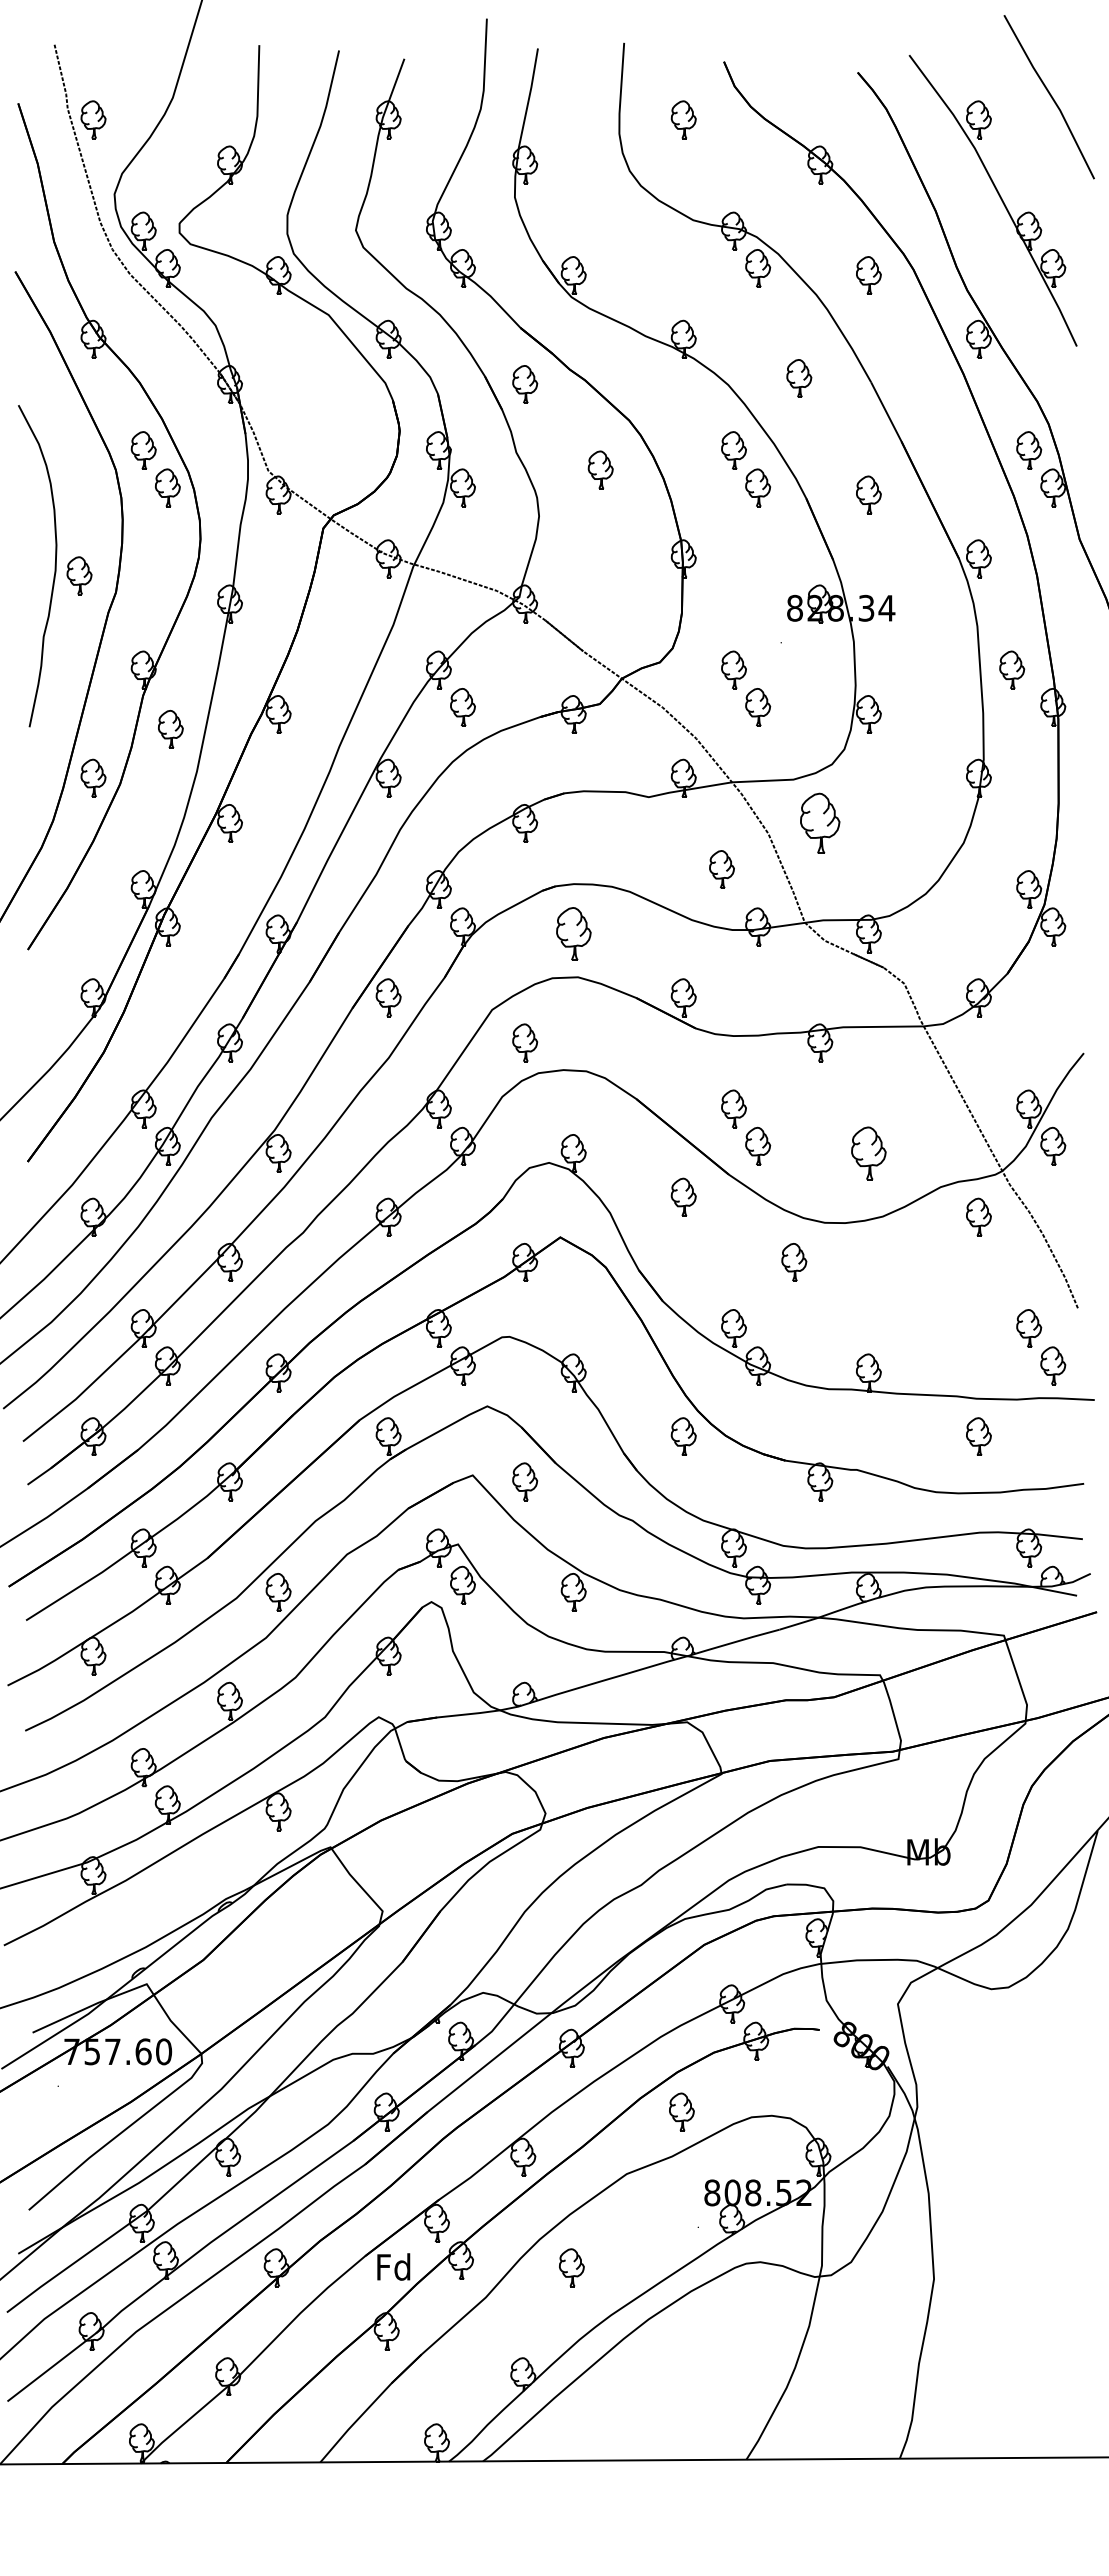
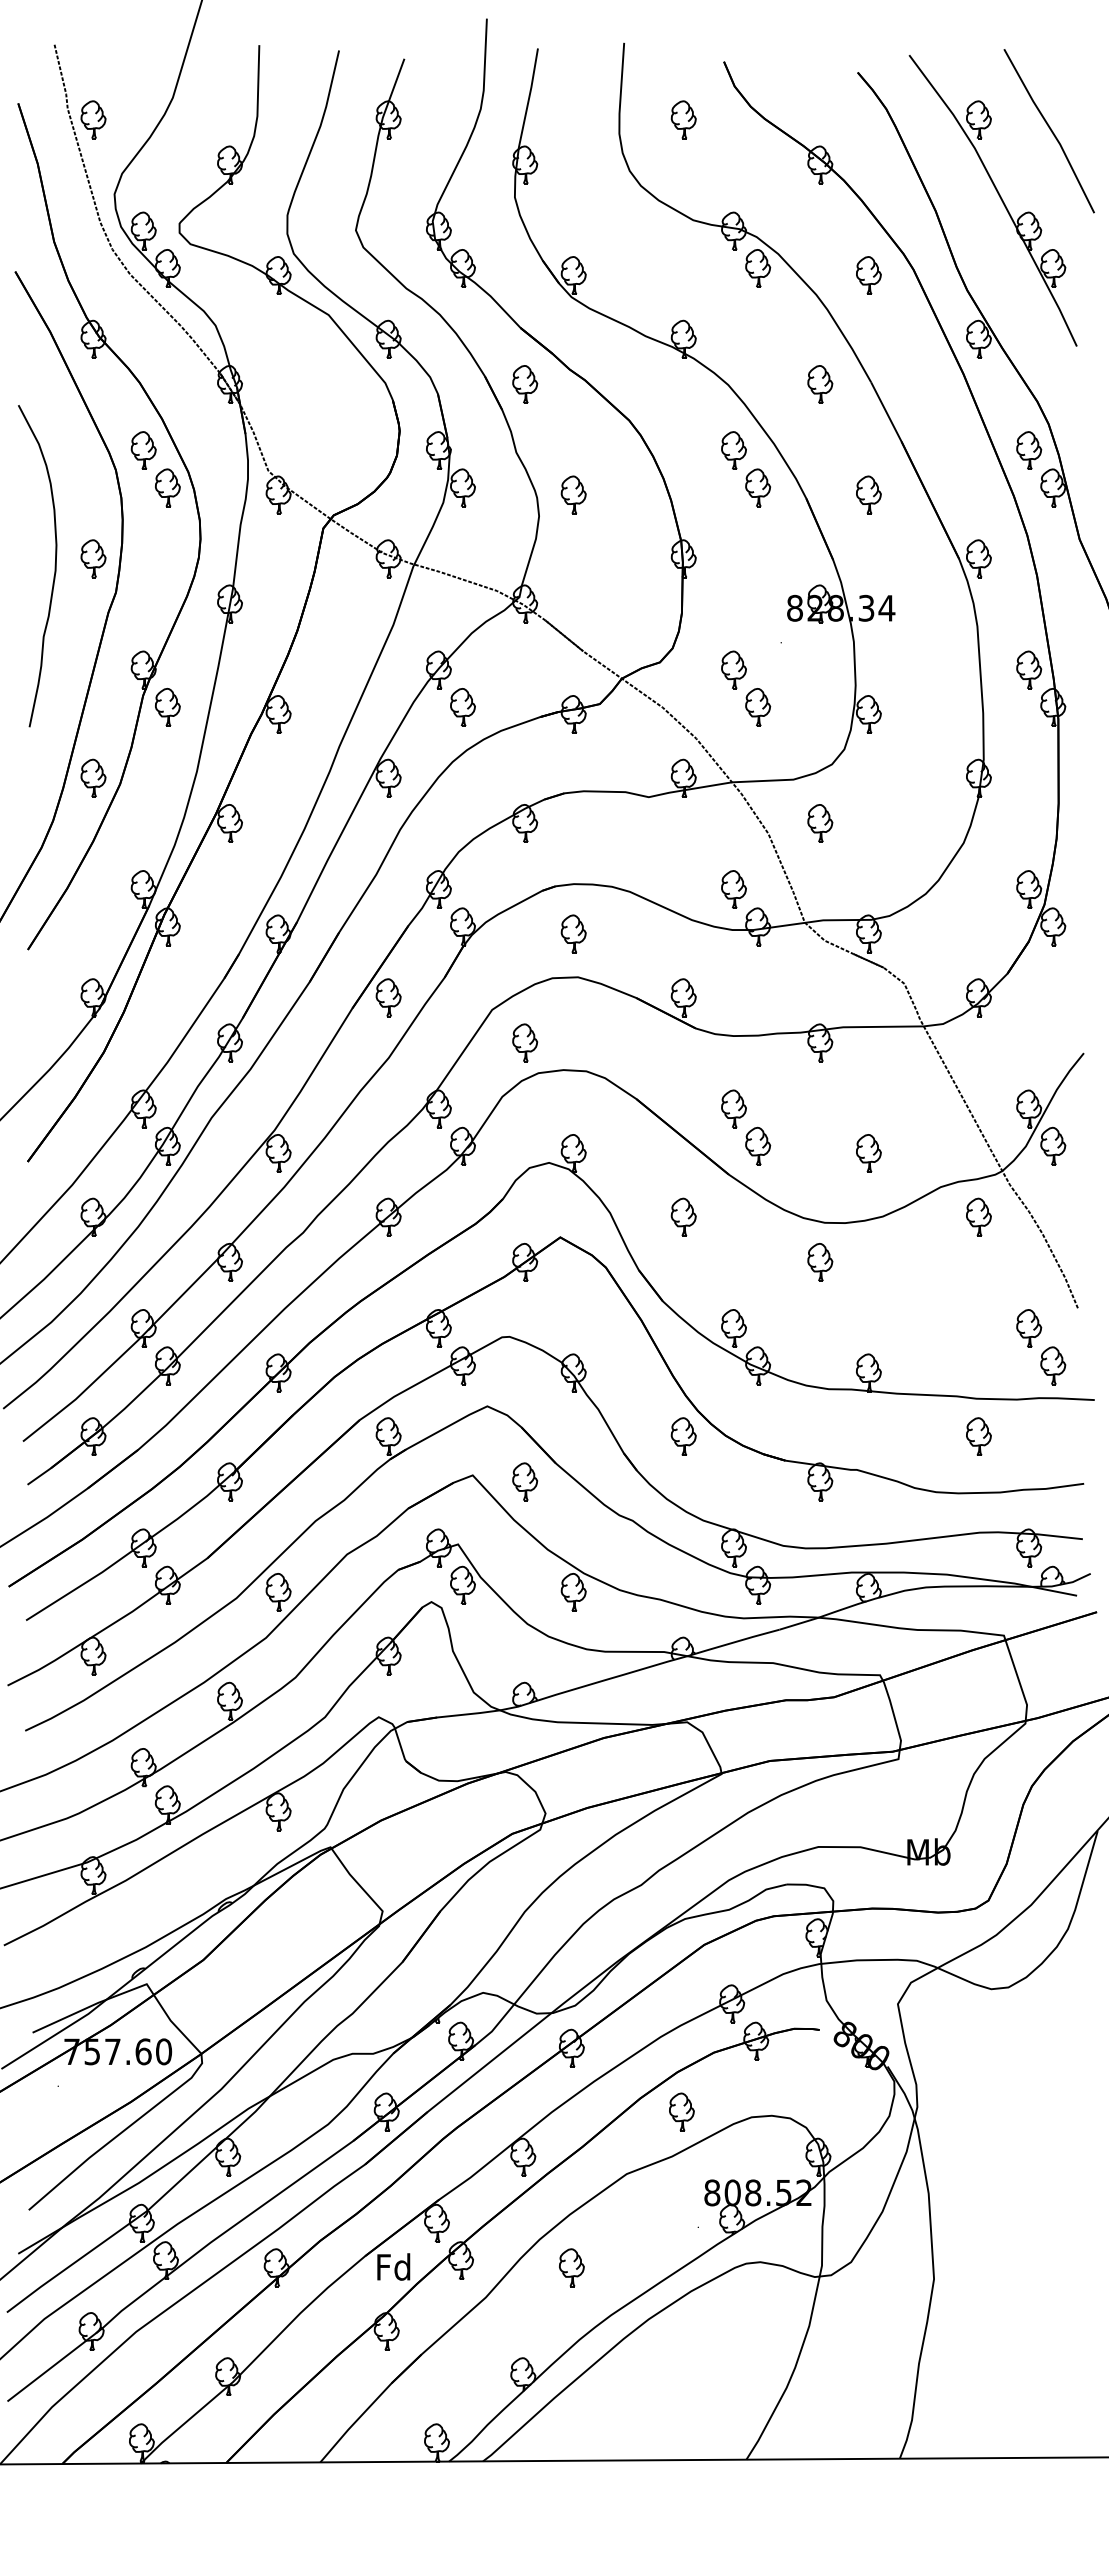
line at (1049, 95) position: (1049, 95) -> (1049, 129)
part at (799, 378) position: (799, 378) -> (820, 384)
part at (600, 469) position: (600, 469) -> (573, 494)
part at (79, 575) position: (79, 575) -> (93, 558)
part at (1012, 669) position: (1012, 669) -> (1029, 669)
part at (170, 728) position: (170, 728) -> (167, 706)
part at (820, 822) size: 41x62 px -> 27x39 px
part at (721, 869) position: (721, 869) -> (733, 889)
part at (573, 933) size: 36x54 px -> 27x40 px
part at (868, 1153) size: 36x55 px -> 26x39 px
part at (683, 1196) position: (683, 1196) -> (683, 1216)
part at (794, 1262) position: (794, 1262) -> (820, 1262)
